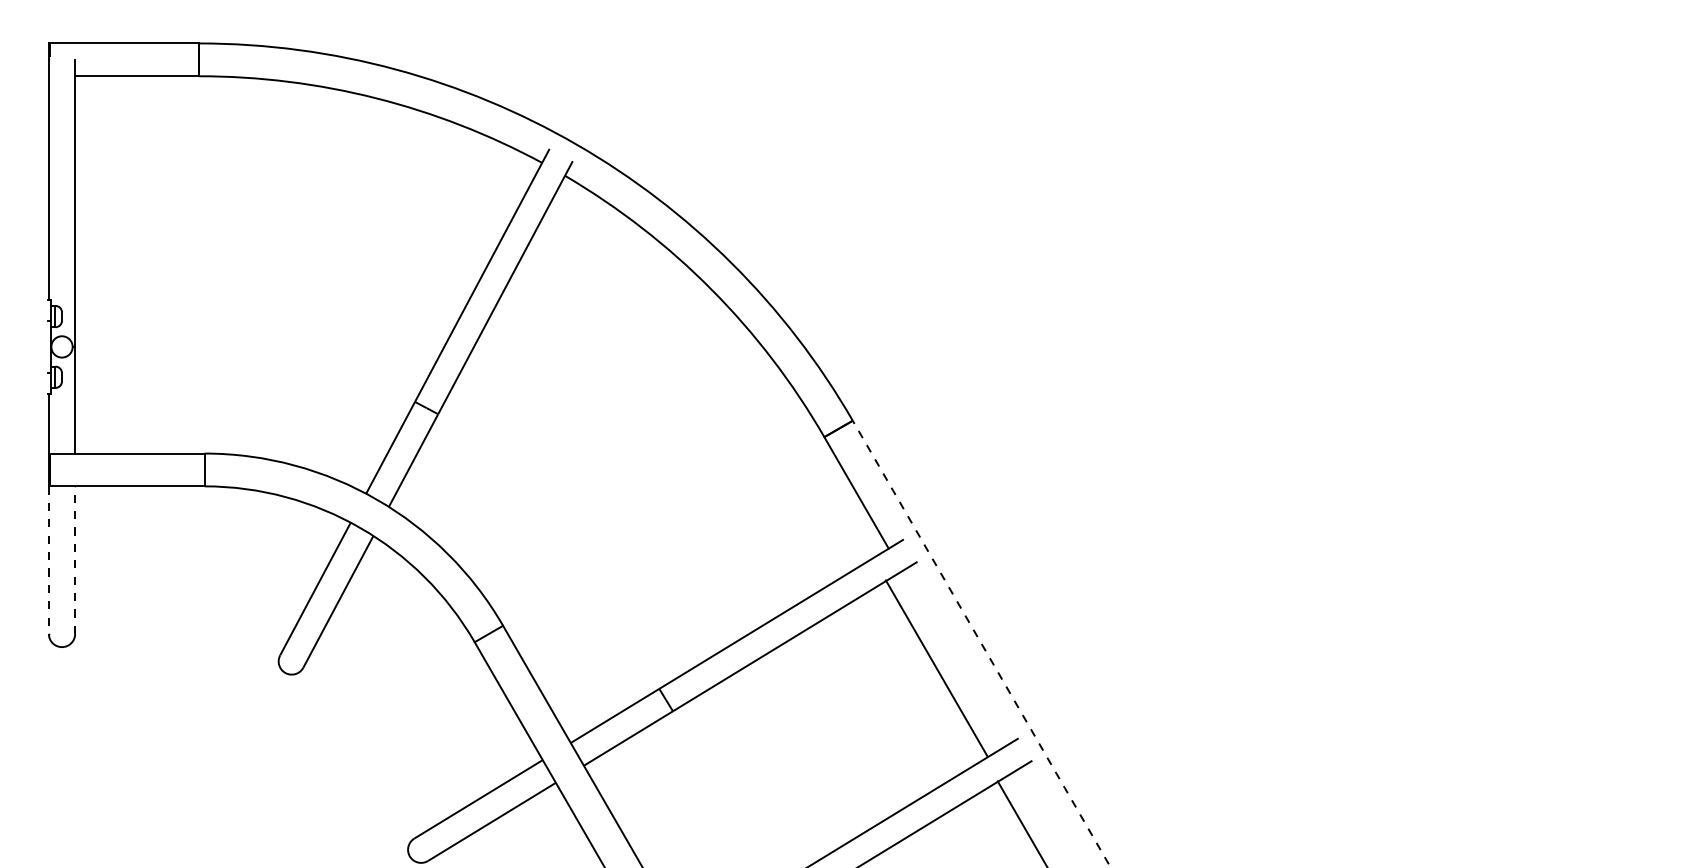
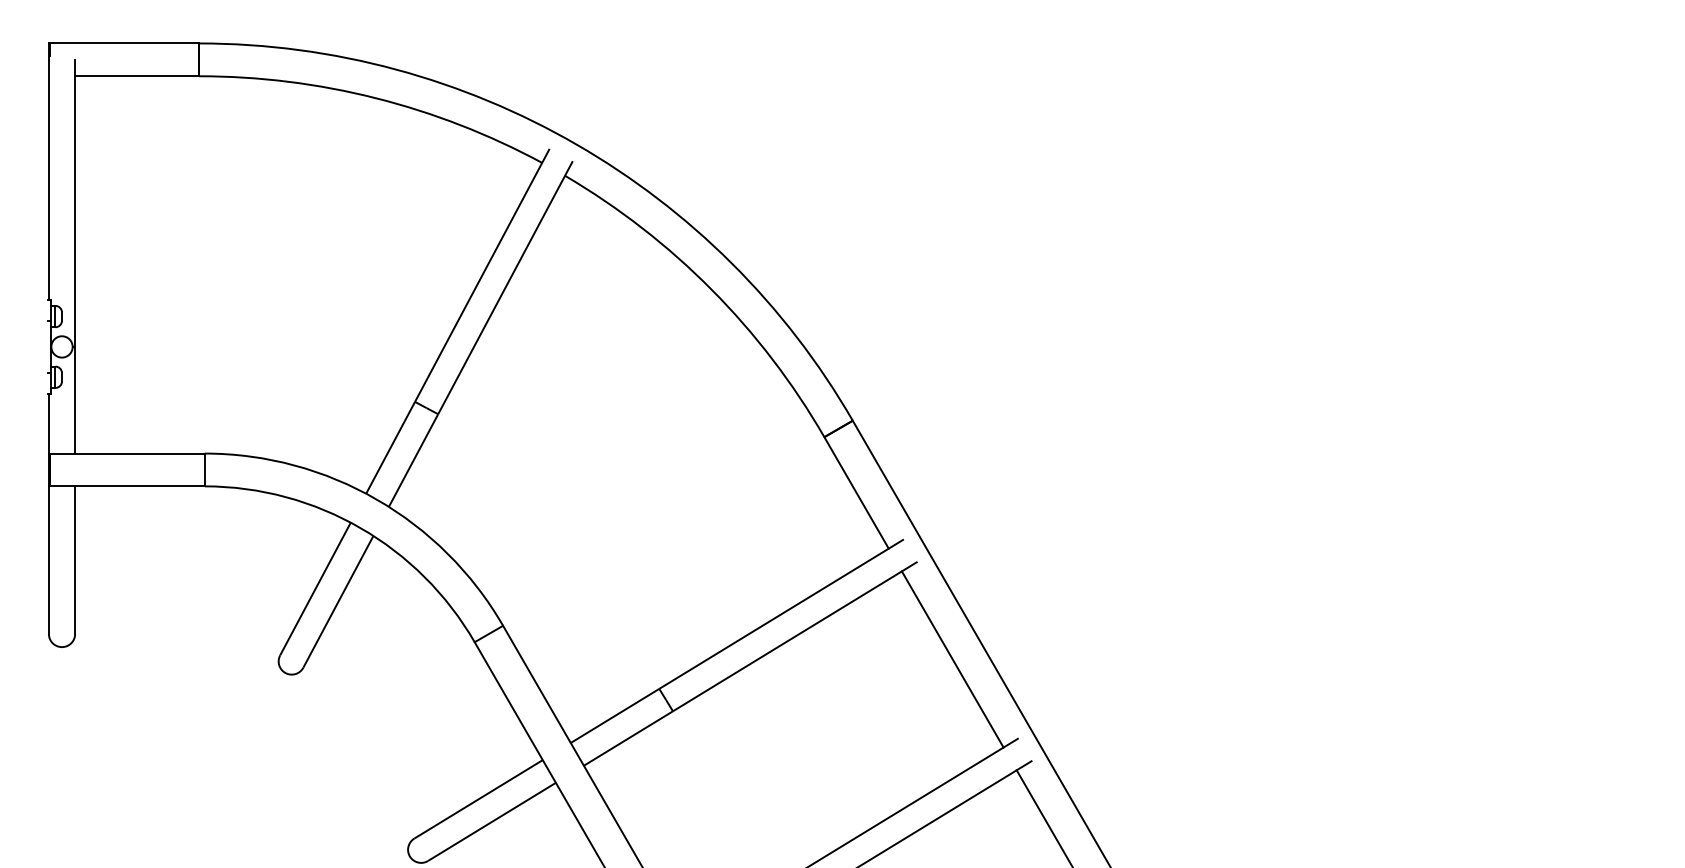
line at (48, 560): dashed -> solid
line at (75, 560): dashed -> solid
line at (981, 643): dashed -> solid
line at (936, 668) position: (936, 668) -> (952, 659)
line at (1021, 822) position: (1021, 822) -> (1043, 817)
